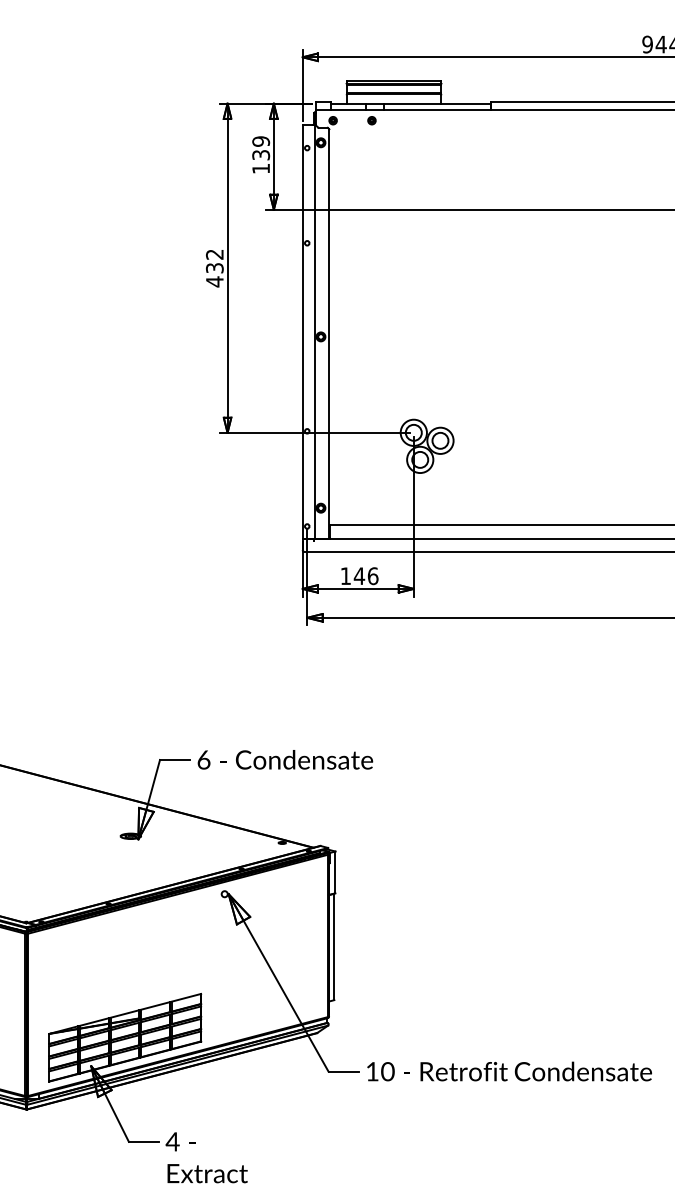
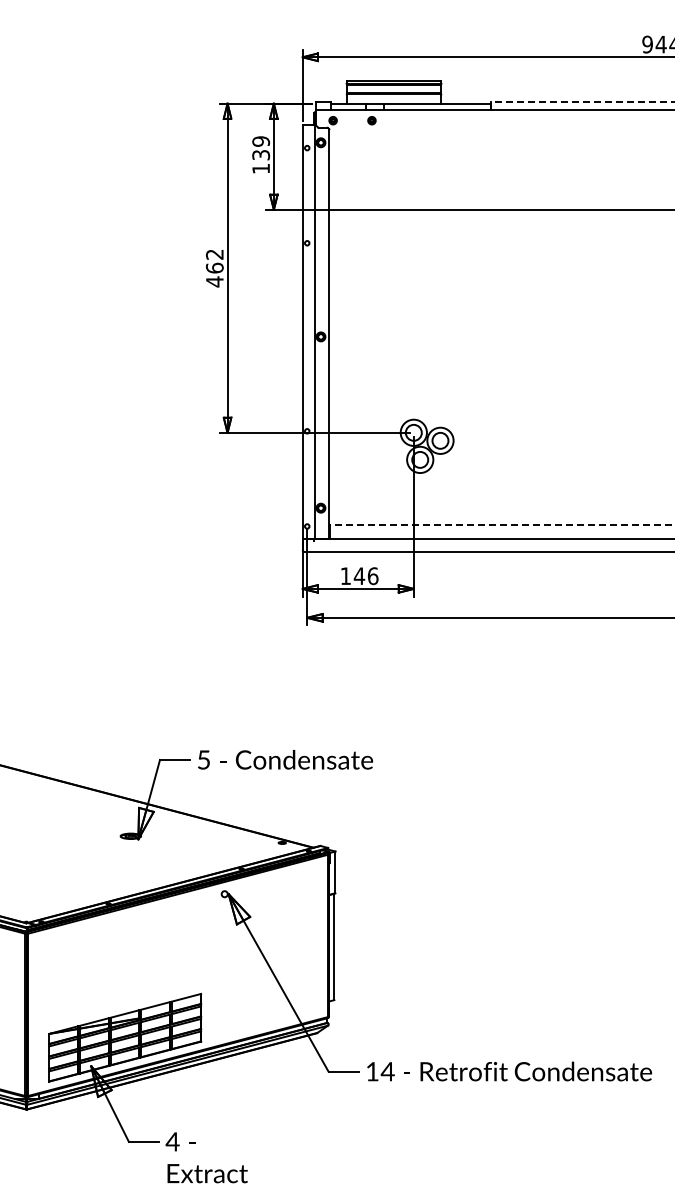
line at (582, 102): solid -> dashed
text at (214, 267): 432 -> 462
line at (502, 524): solid -> dashed
text at (203, 759): 6 -> 5
text at (387, 1071): 10 -> 14
